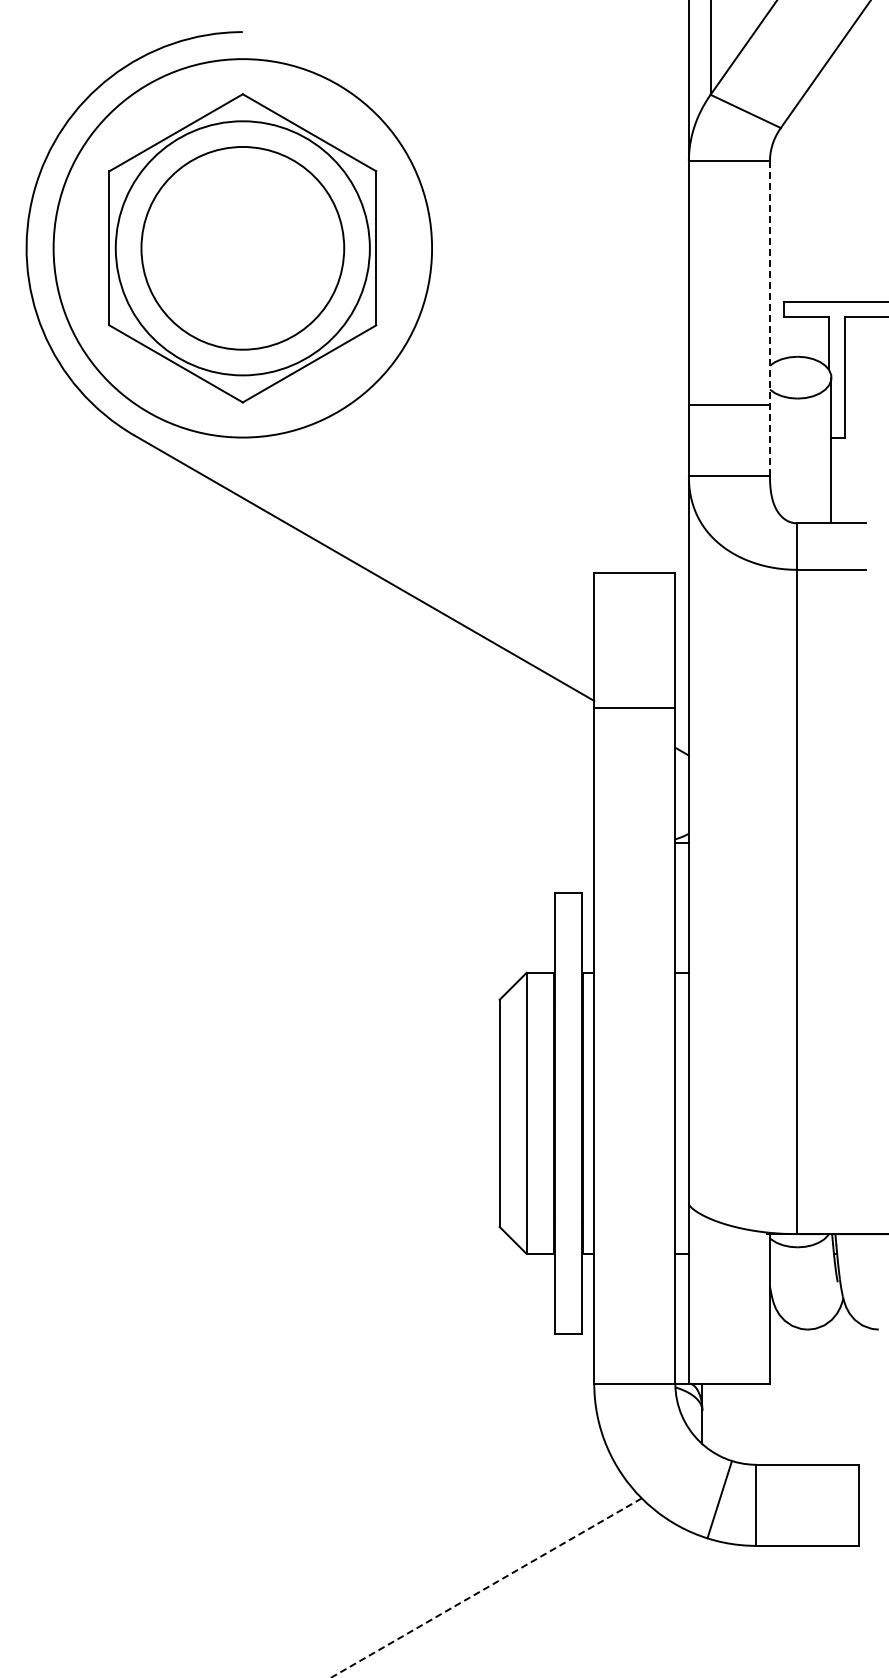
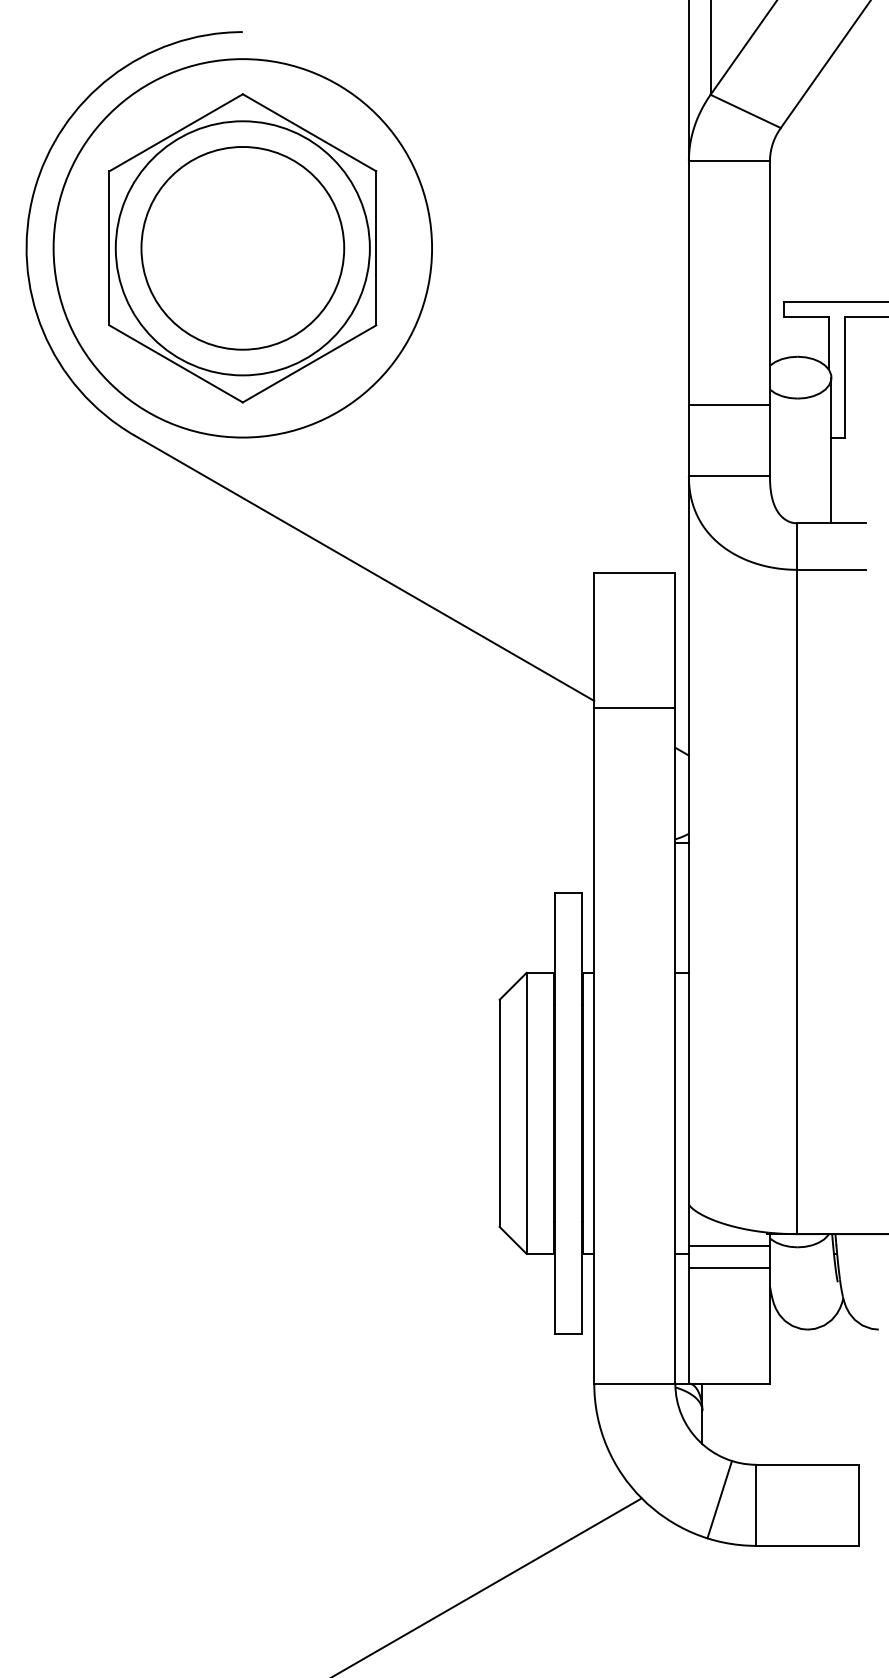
line at (769, 319): dashed -> solid
line at (728, 1246): none -> present
line at (728, 1268): none -> present
line at (486, 1588): dashed -> solid
